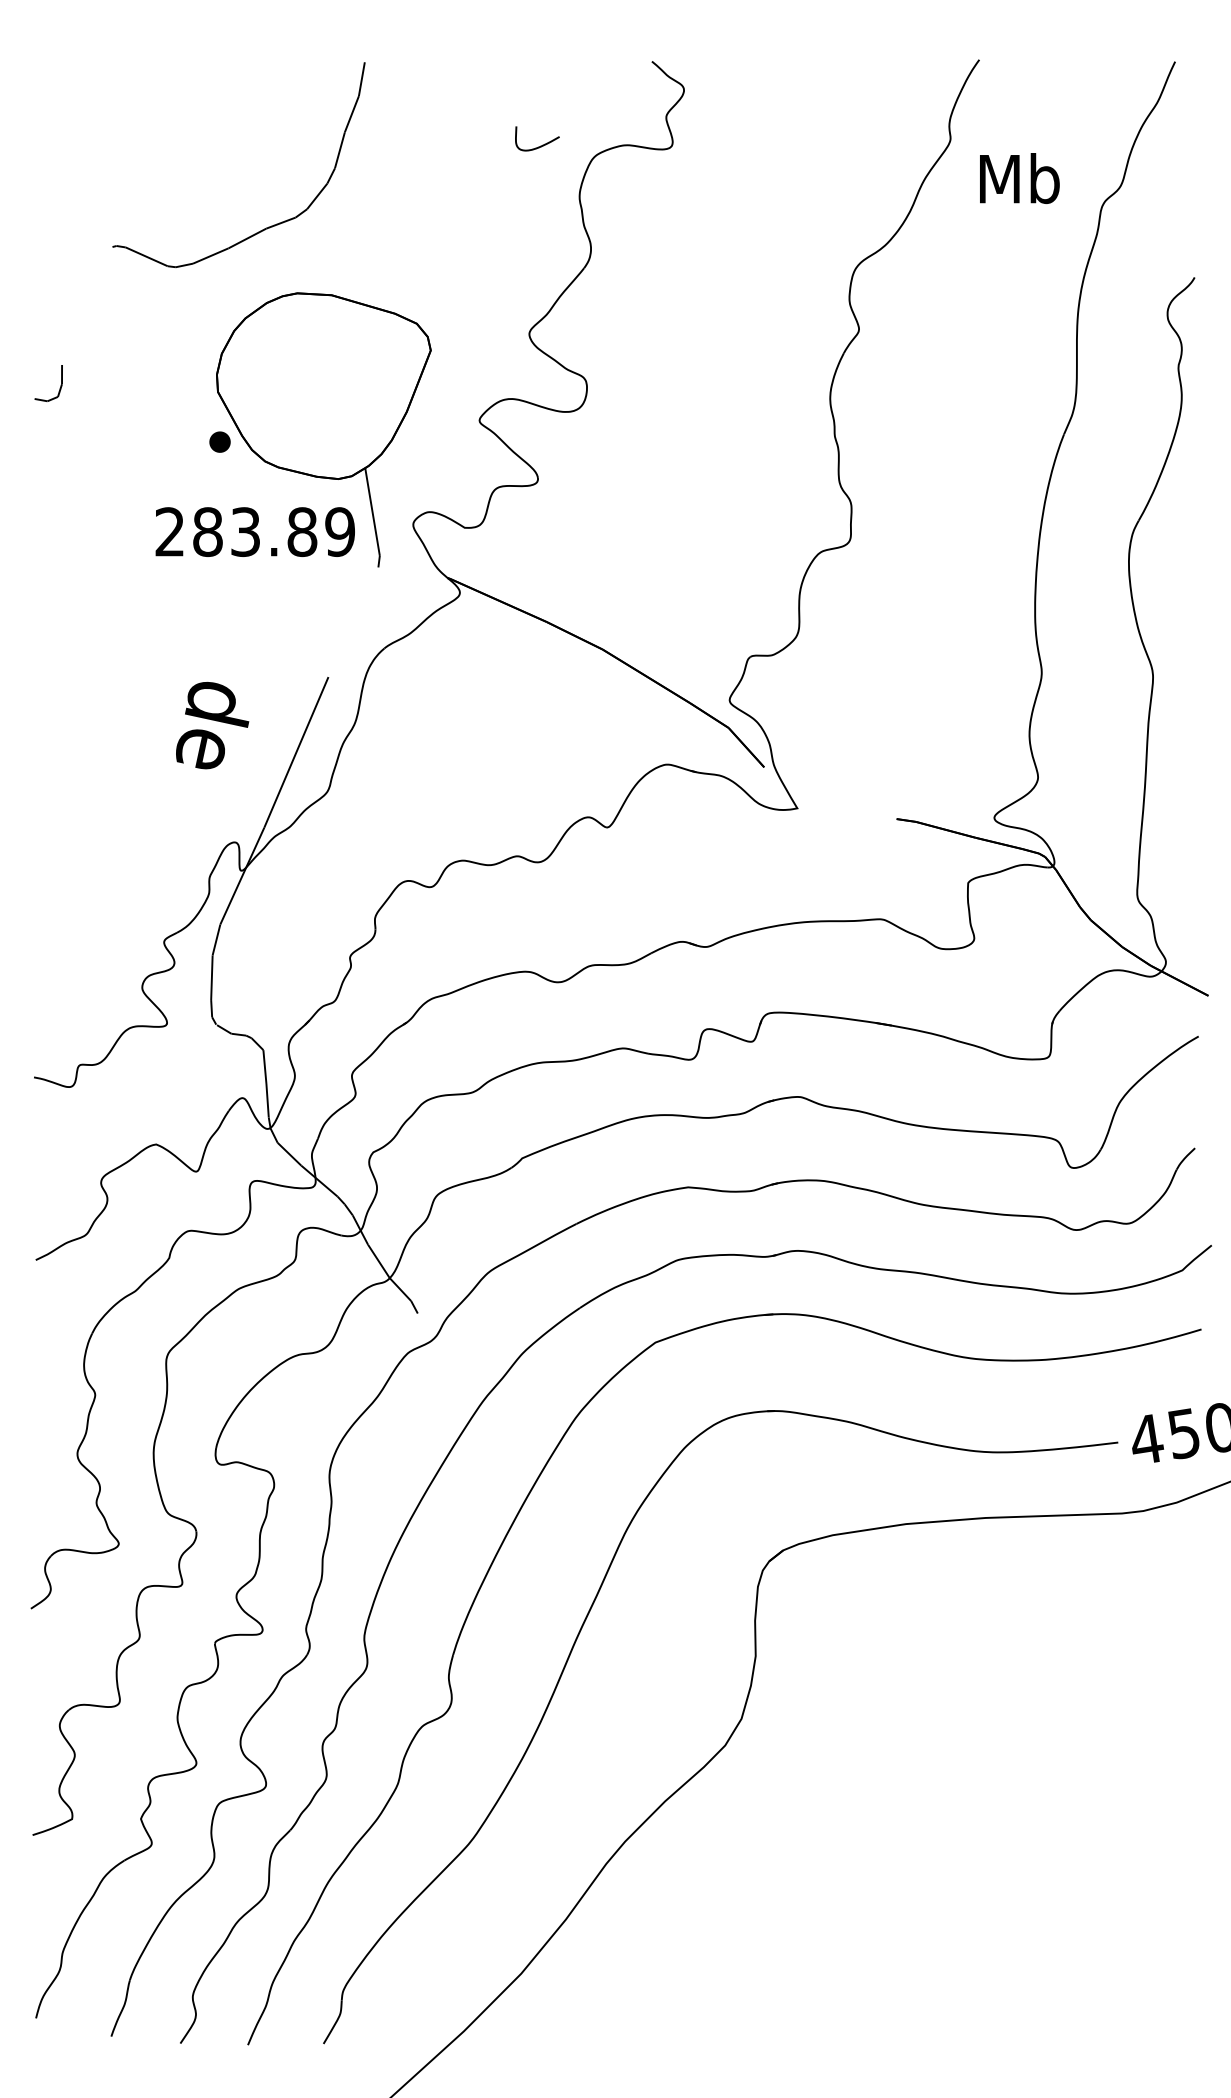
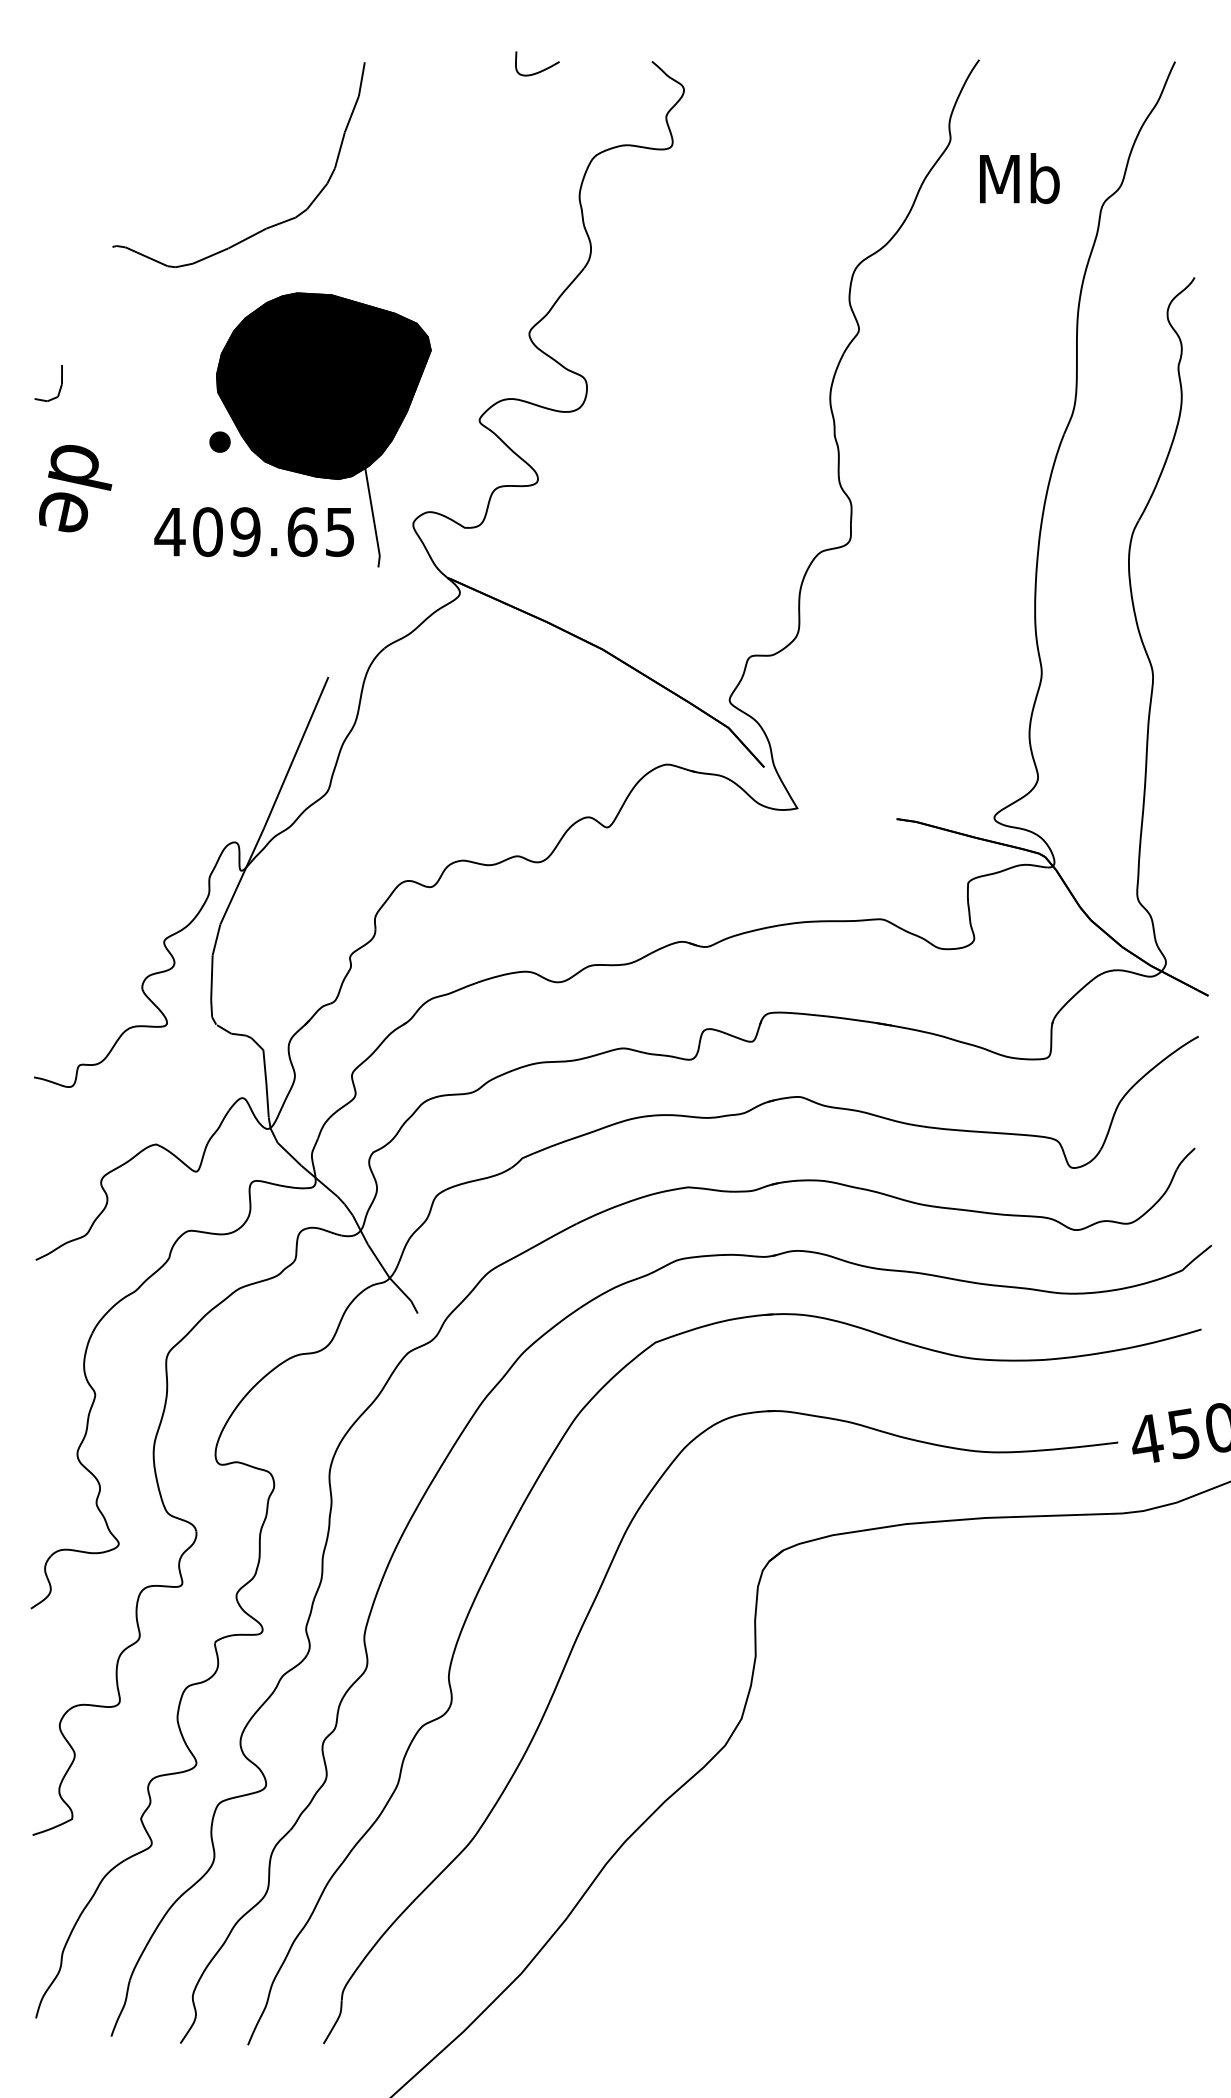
curve at (540, 145) position: (540, 145) -> (540, 70)
fill at (323, 386): none -> present
text at (254, 531): 283.89 -> 409.65
text at (212, 725) position: (212, 725) -> (75, 488)
